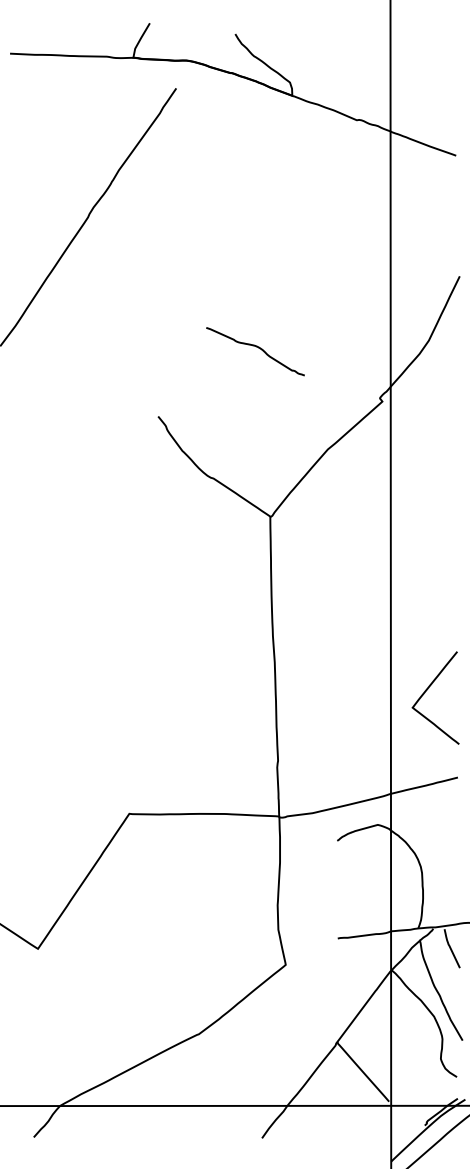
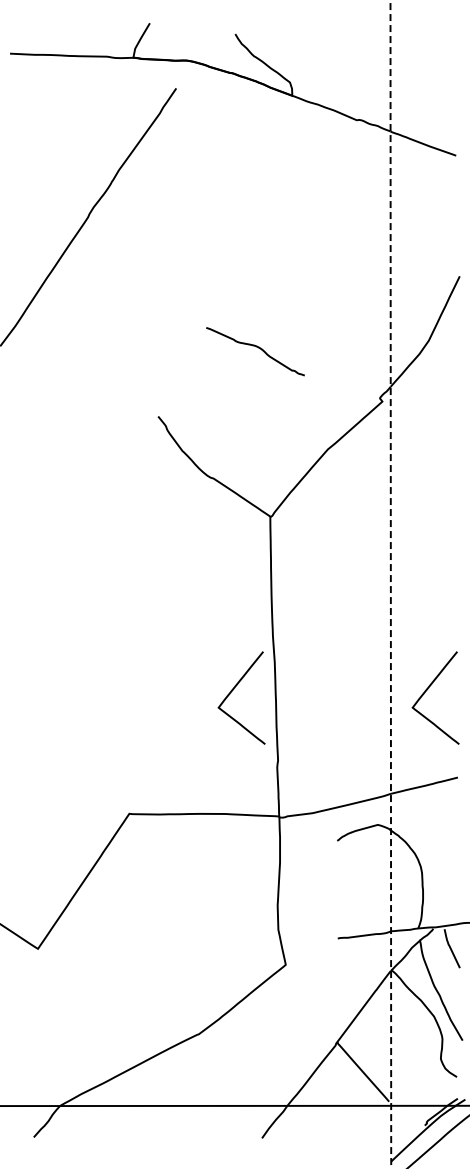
line at (390, 584): solid -> dashed
curve at (234, 689): none -> present
